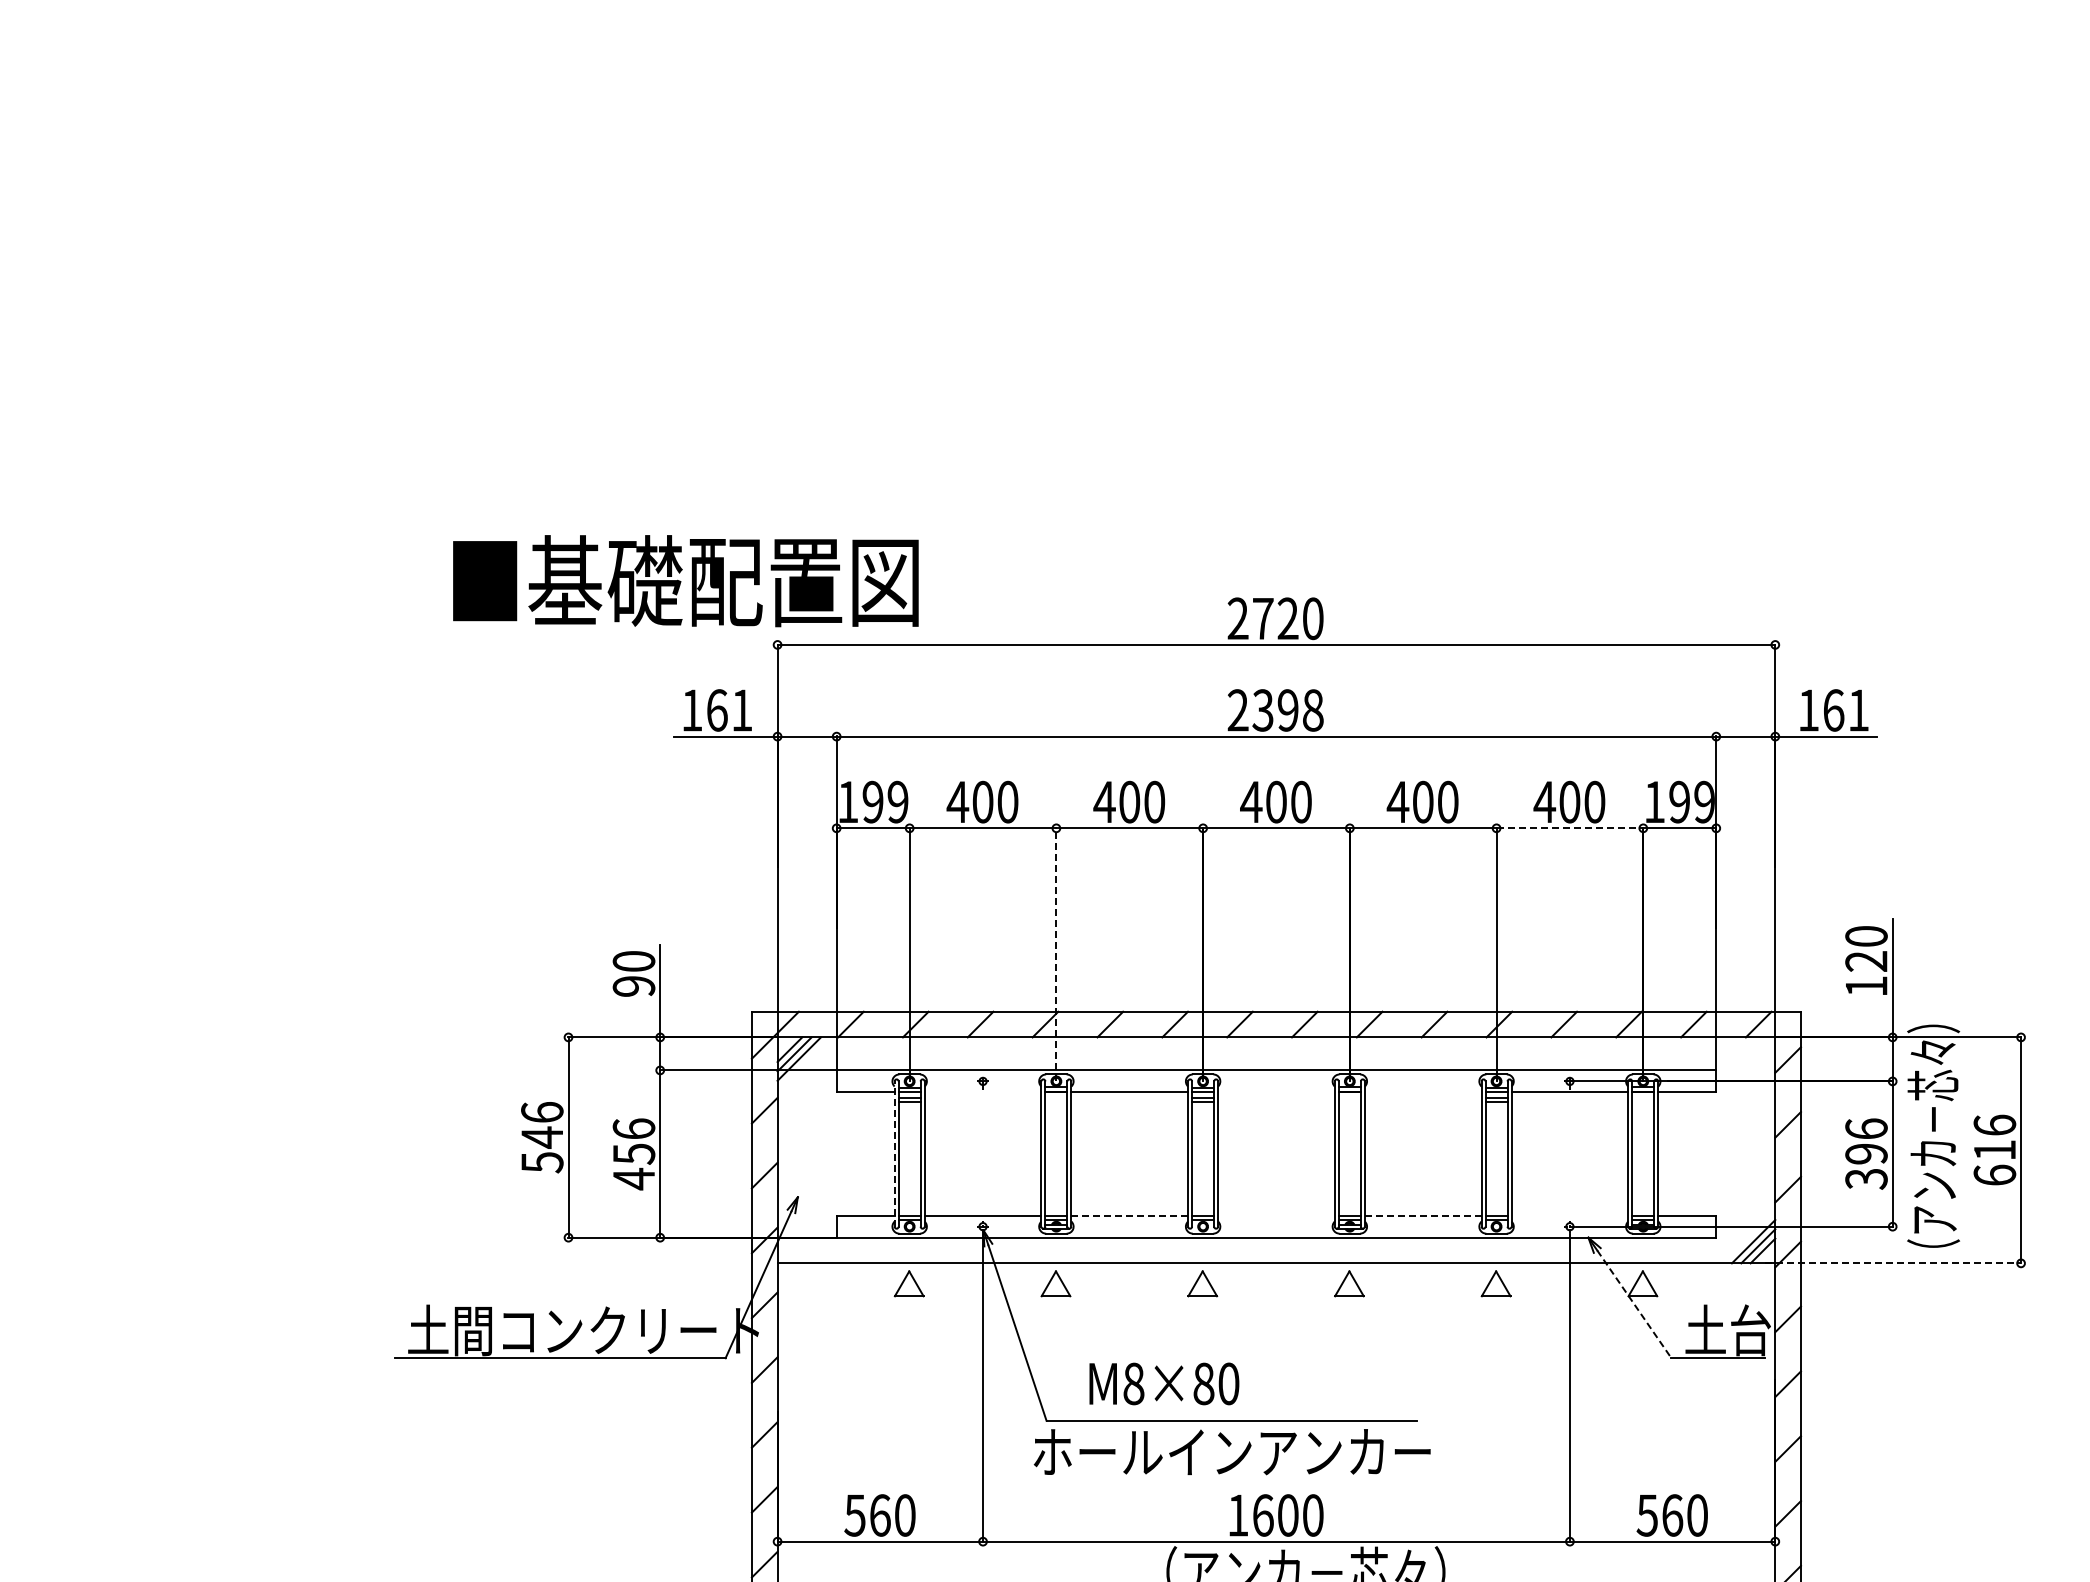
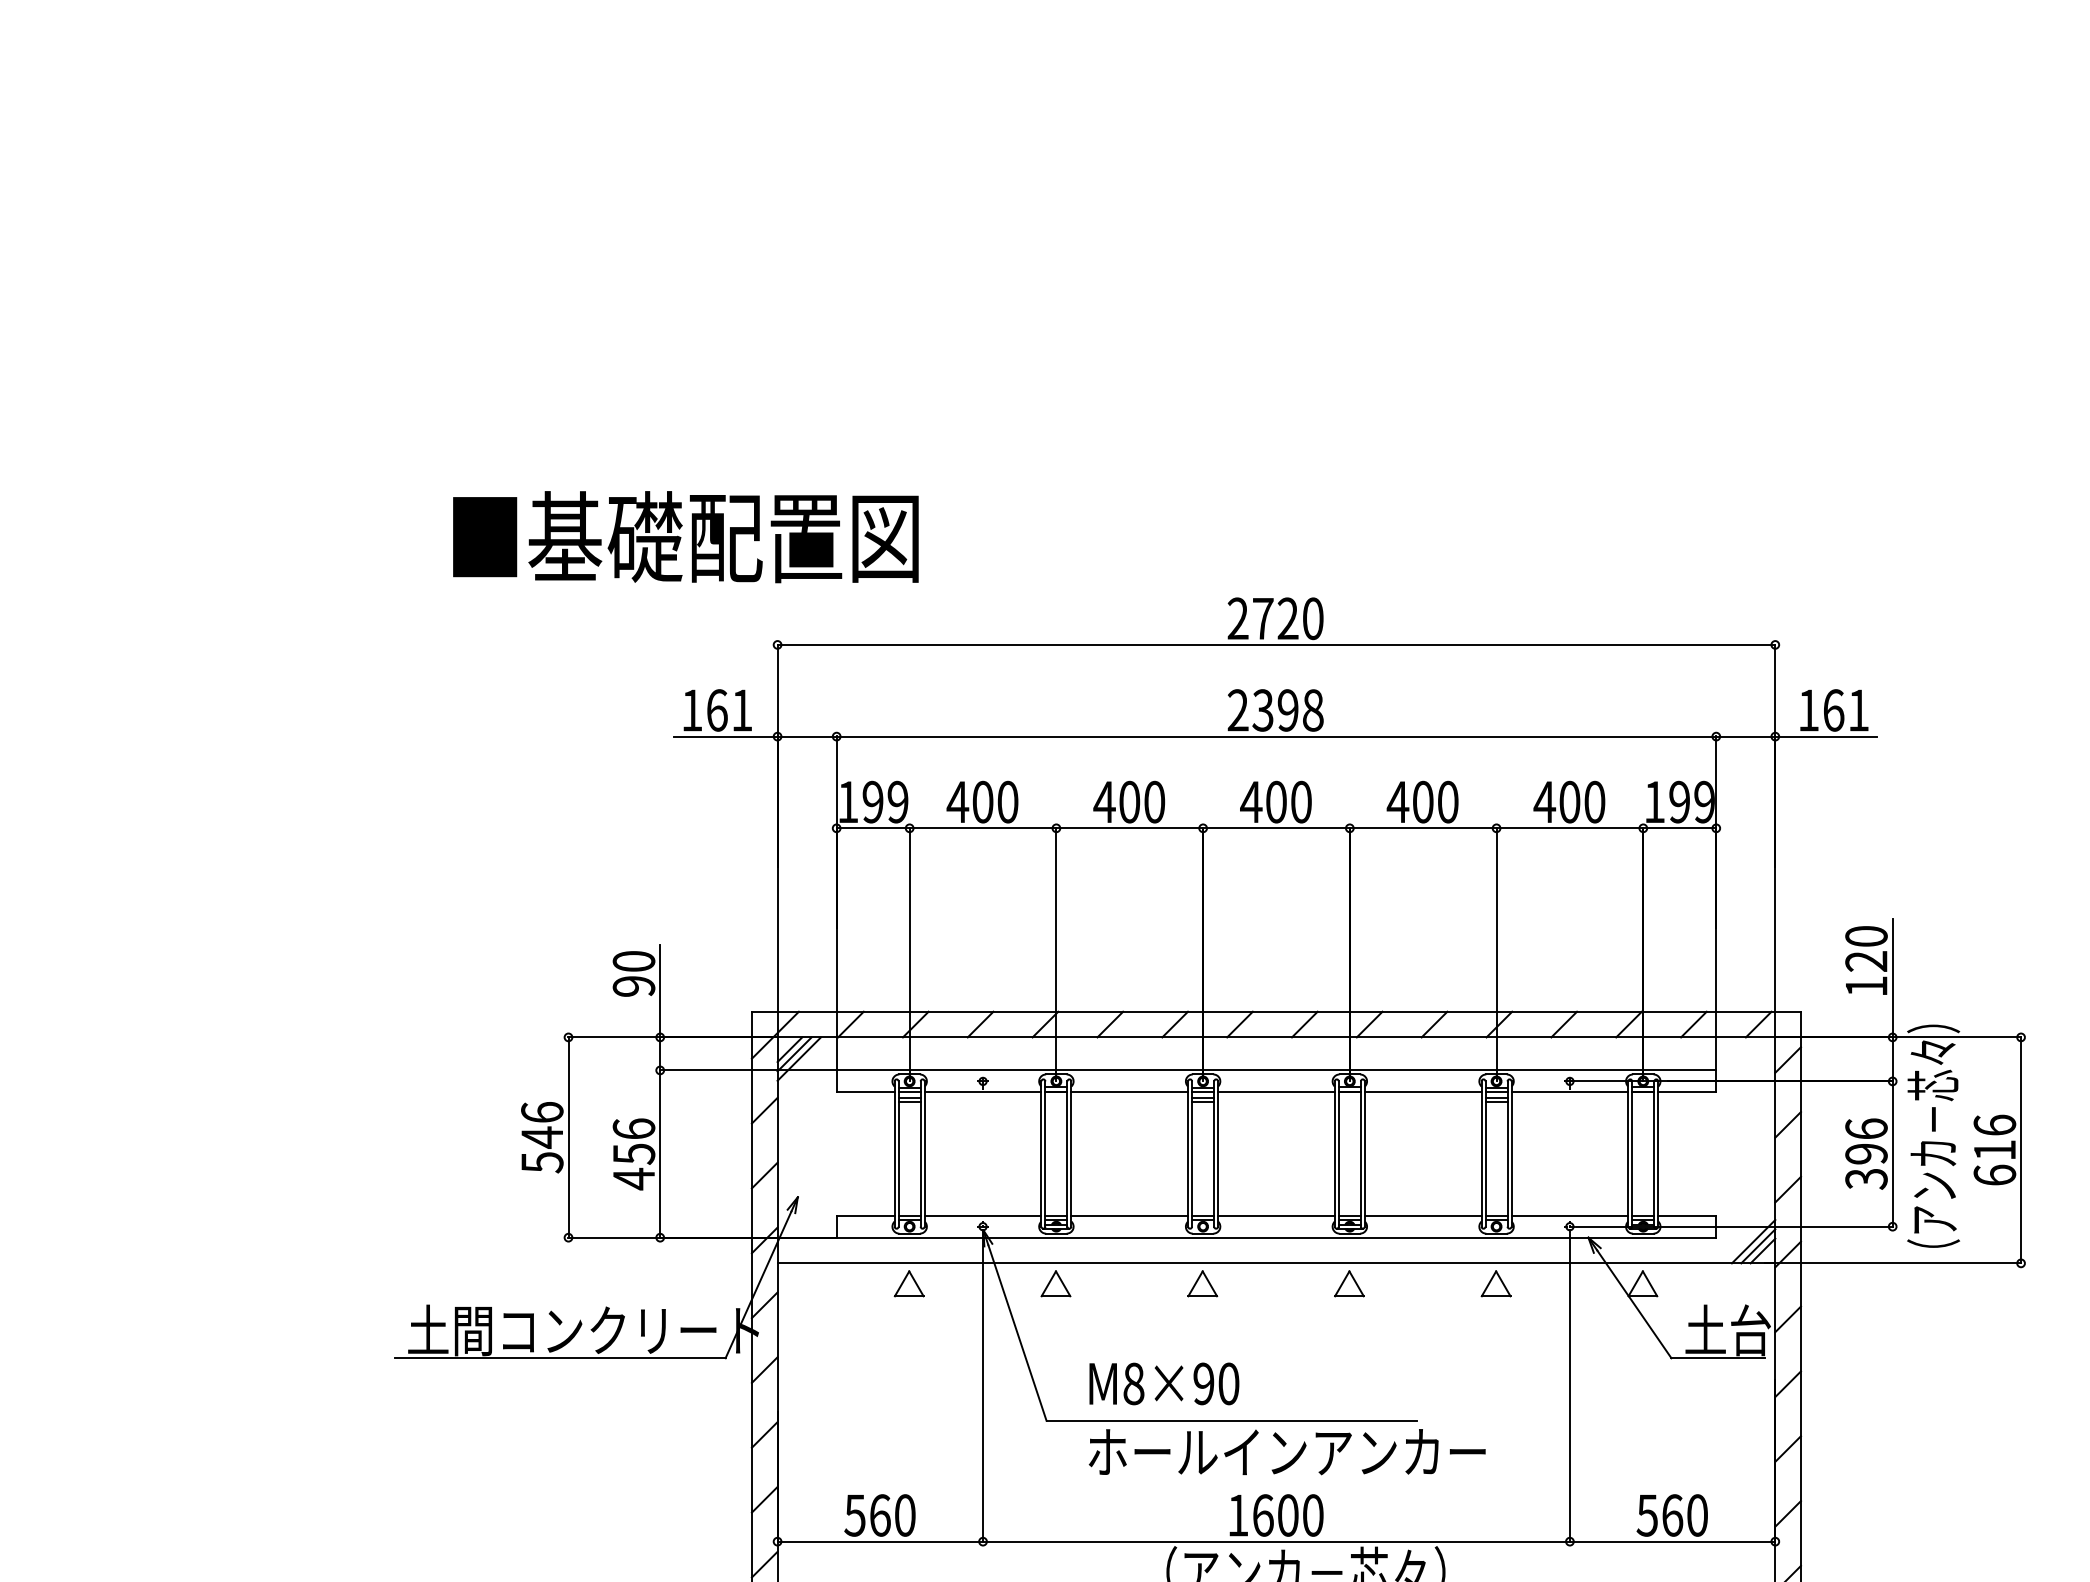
text at (685, 581) position: (685, 581) -> (685, 537)
line at (1570, 828): dashed -> solid
line at (1056, 954): dashed -> solid
line at (982, 1092): none -> present
line at (1276, 1092): none -> present
line at (1422, 1092): none -> present
line at (894, 1154): dashed -> solid
line at (1130, 1215): dashed -> solid
line at (1276, 1215): none -> present
line at (1423, 1215): dashed -> solid
line at (1569, 1215): none -> present
line at (1893, 1263): dashed -> solid
line at (1634, 1304): dashed -> solid
text at (1203, 1383): M8×80 -> M8×90
text at (1231, 1452) position: (1231, 1452) -> (1286, 1452)
